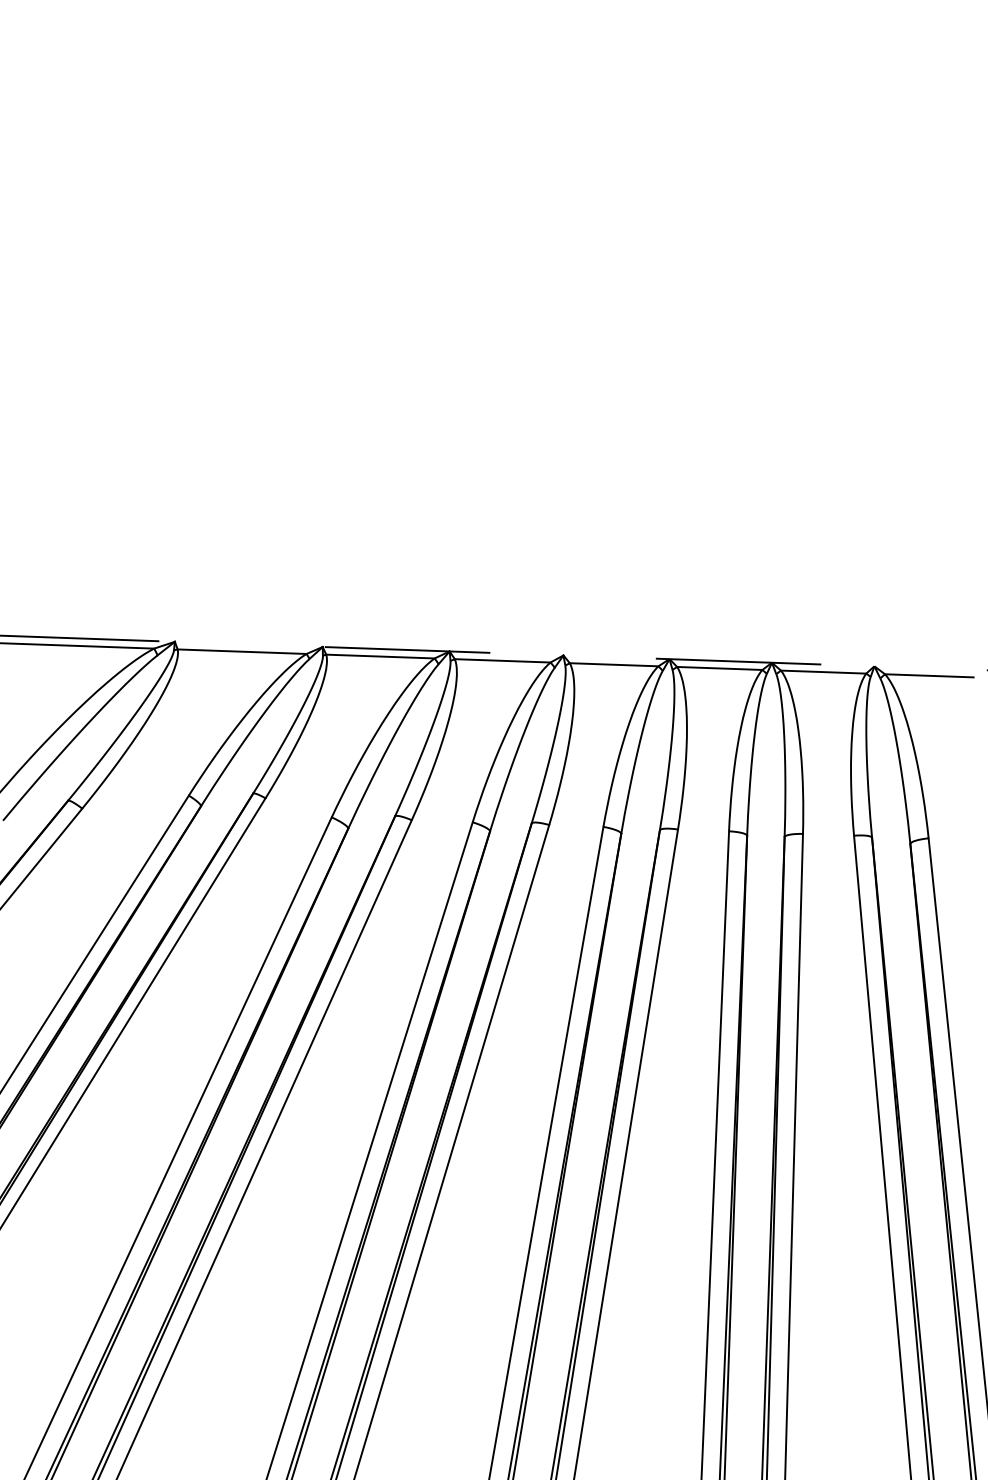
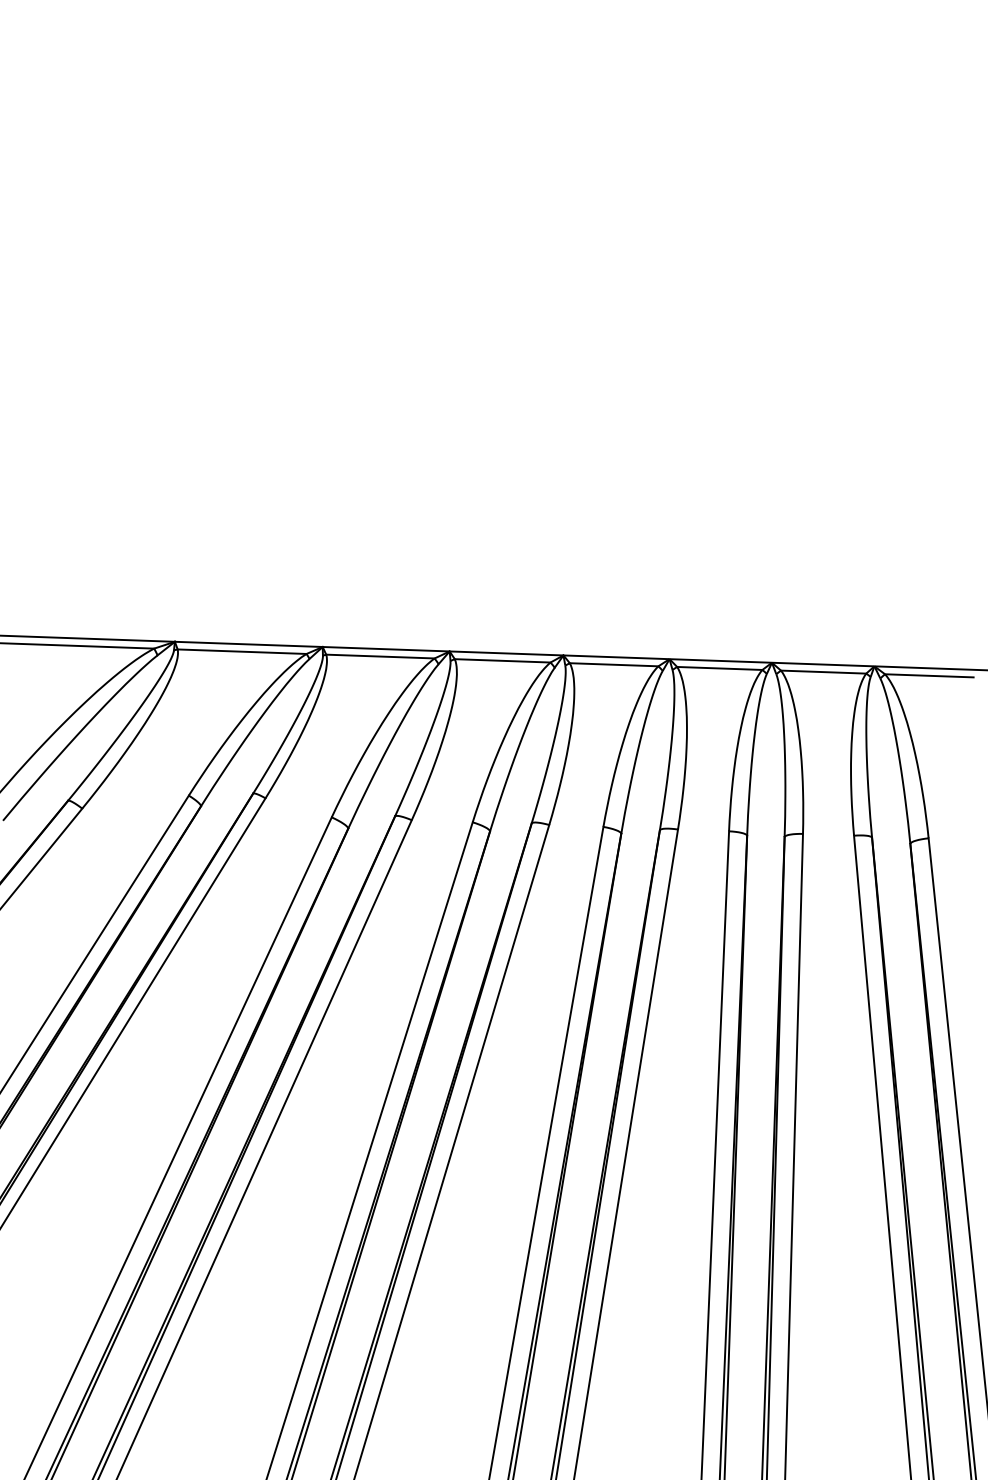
line at (494, 653): dashed -> solid
